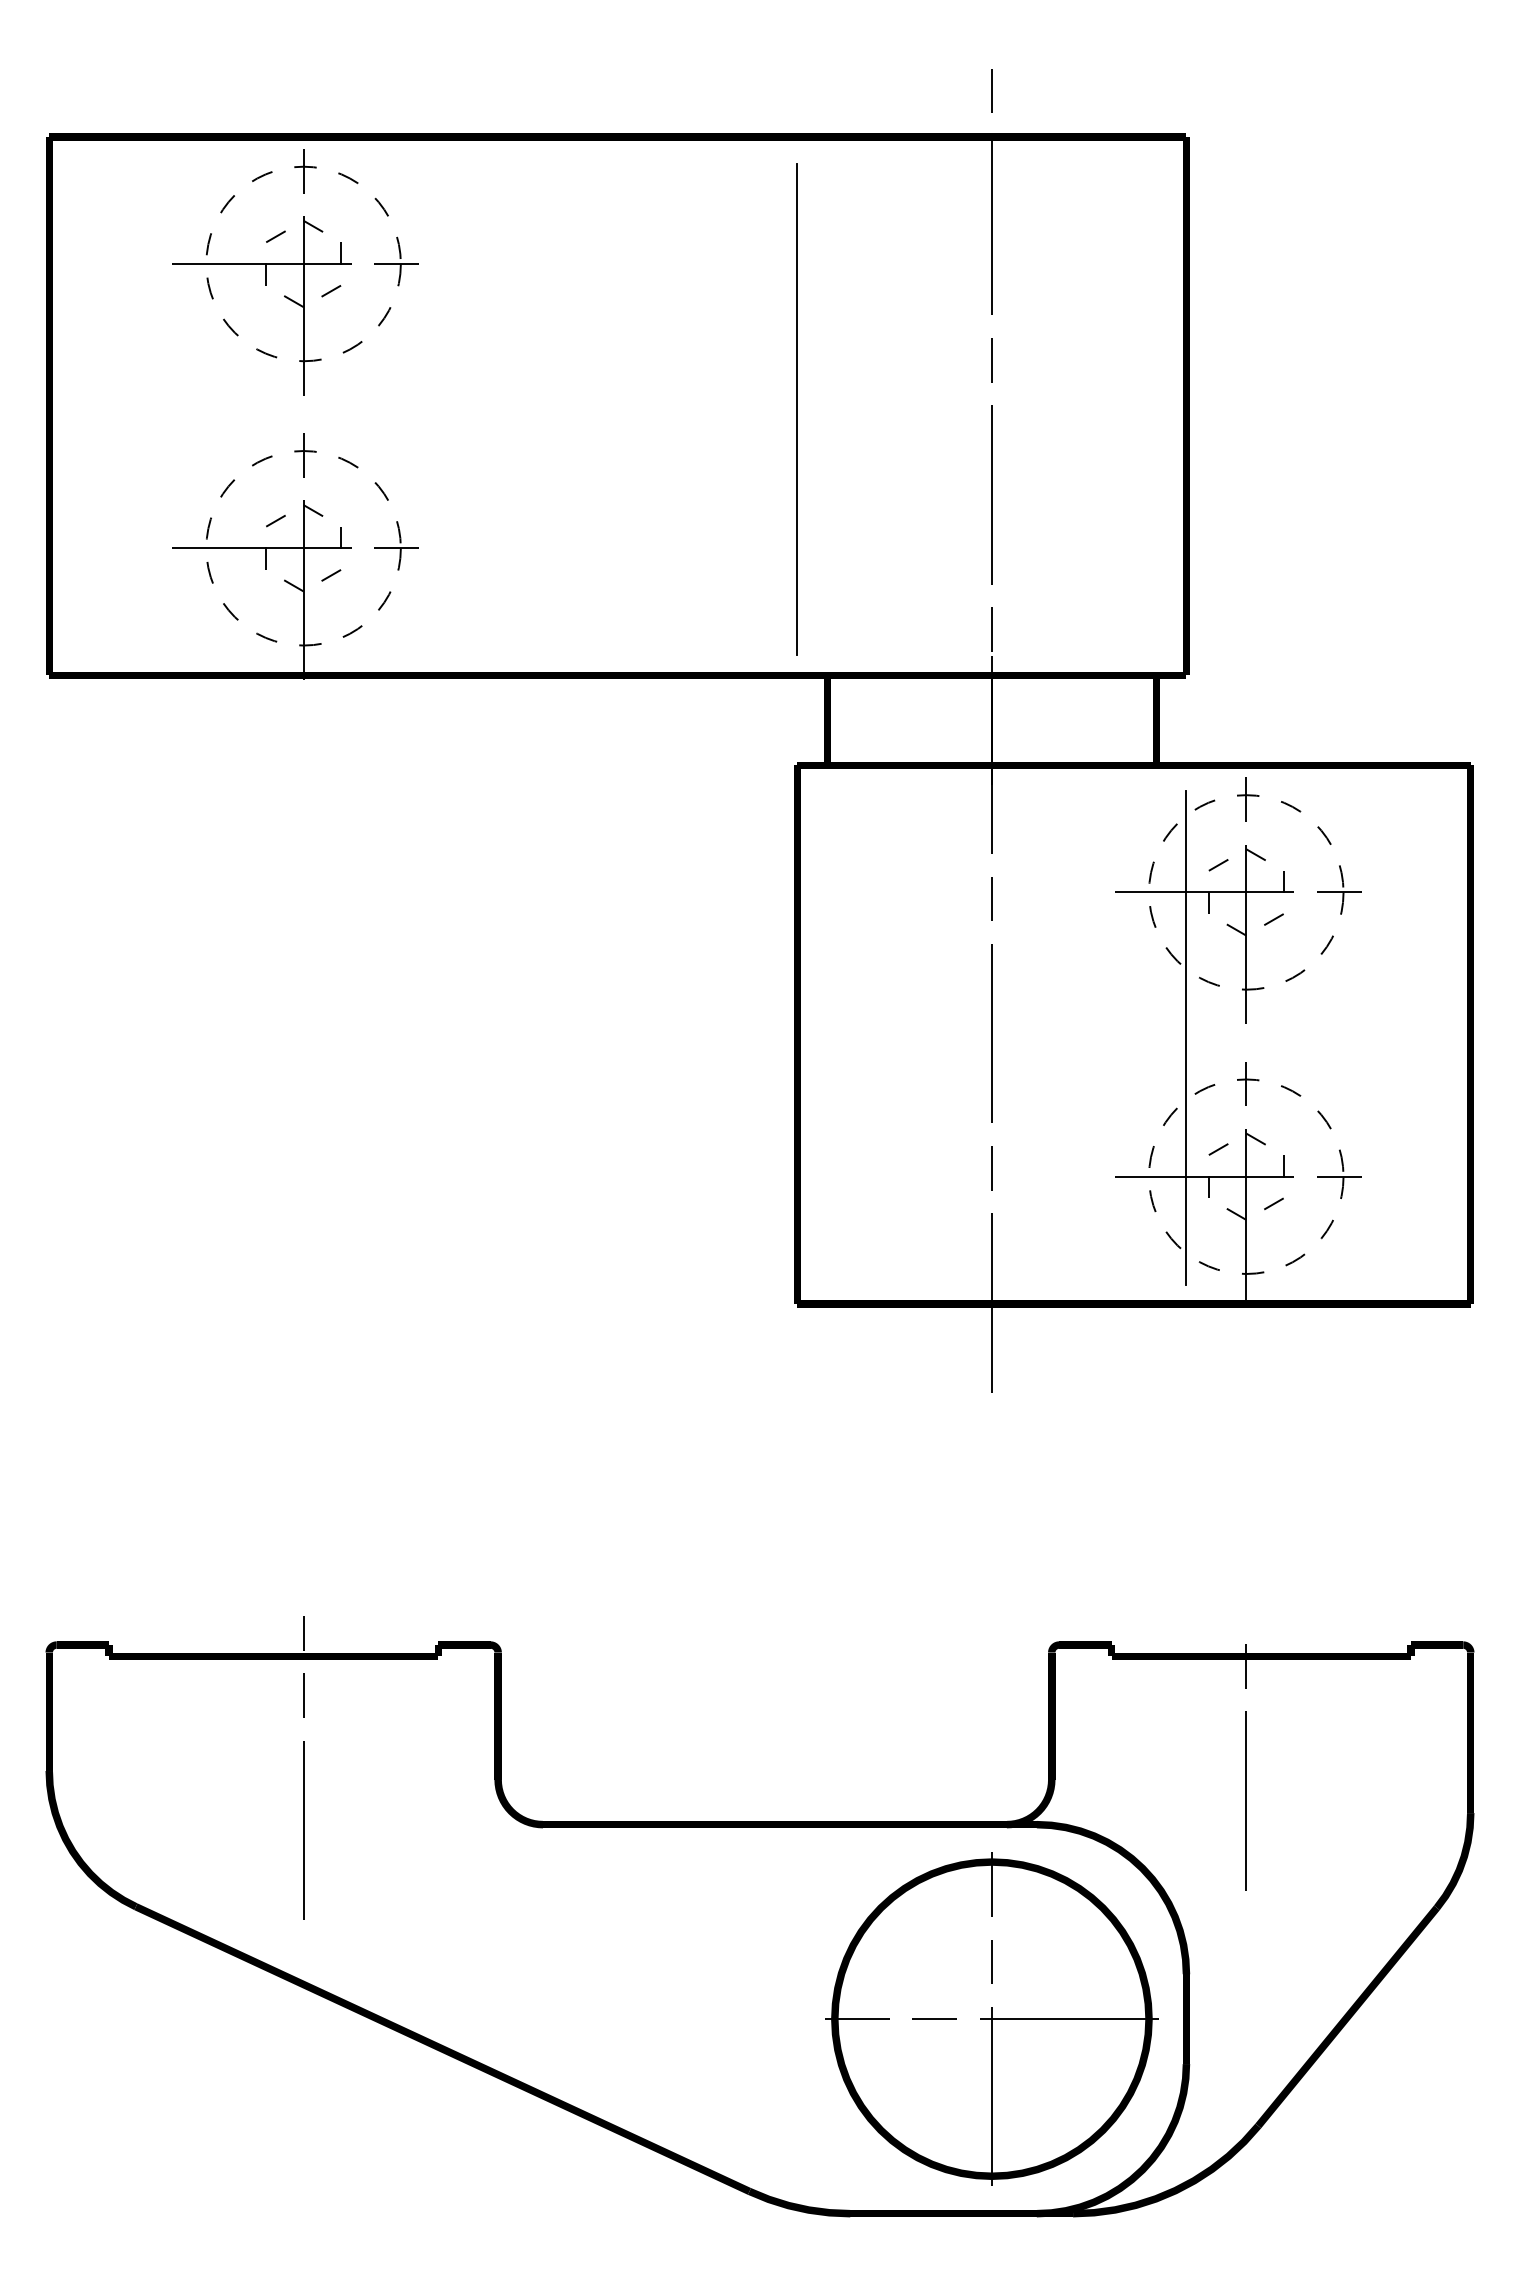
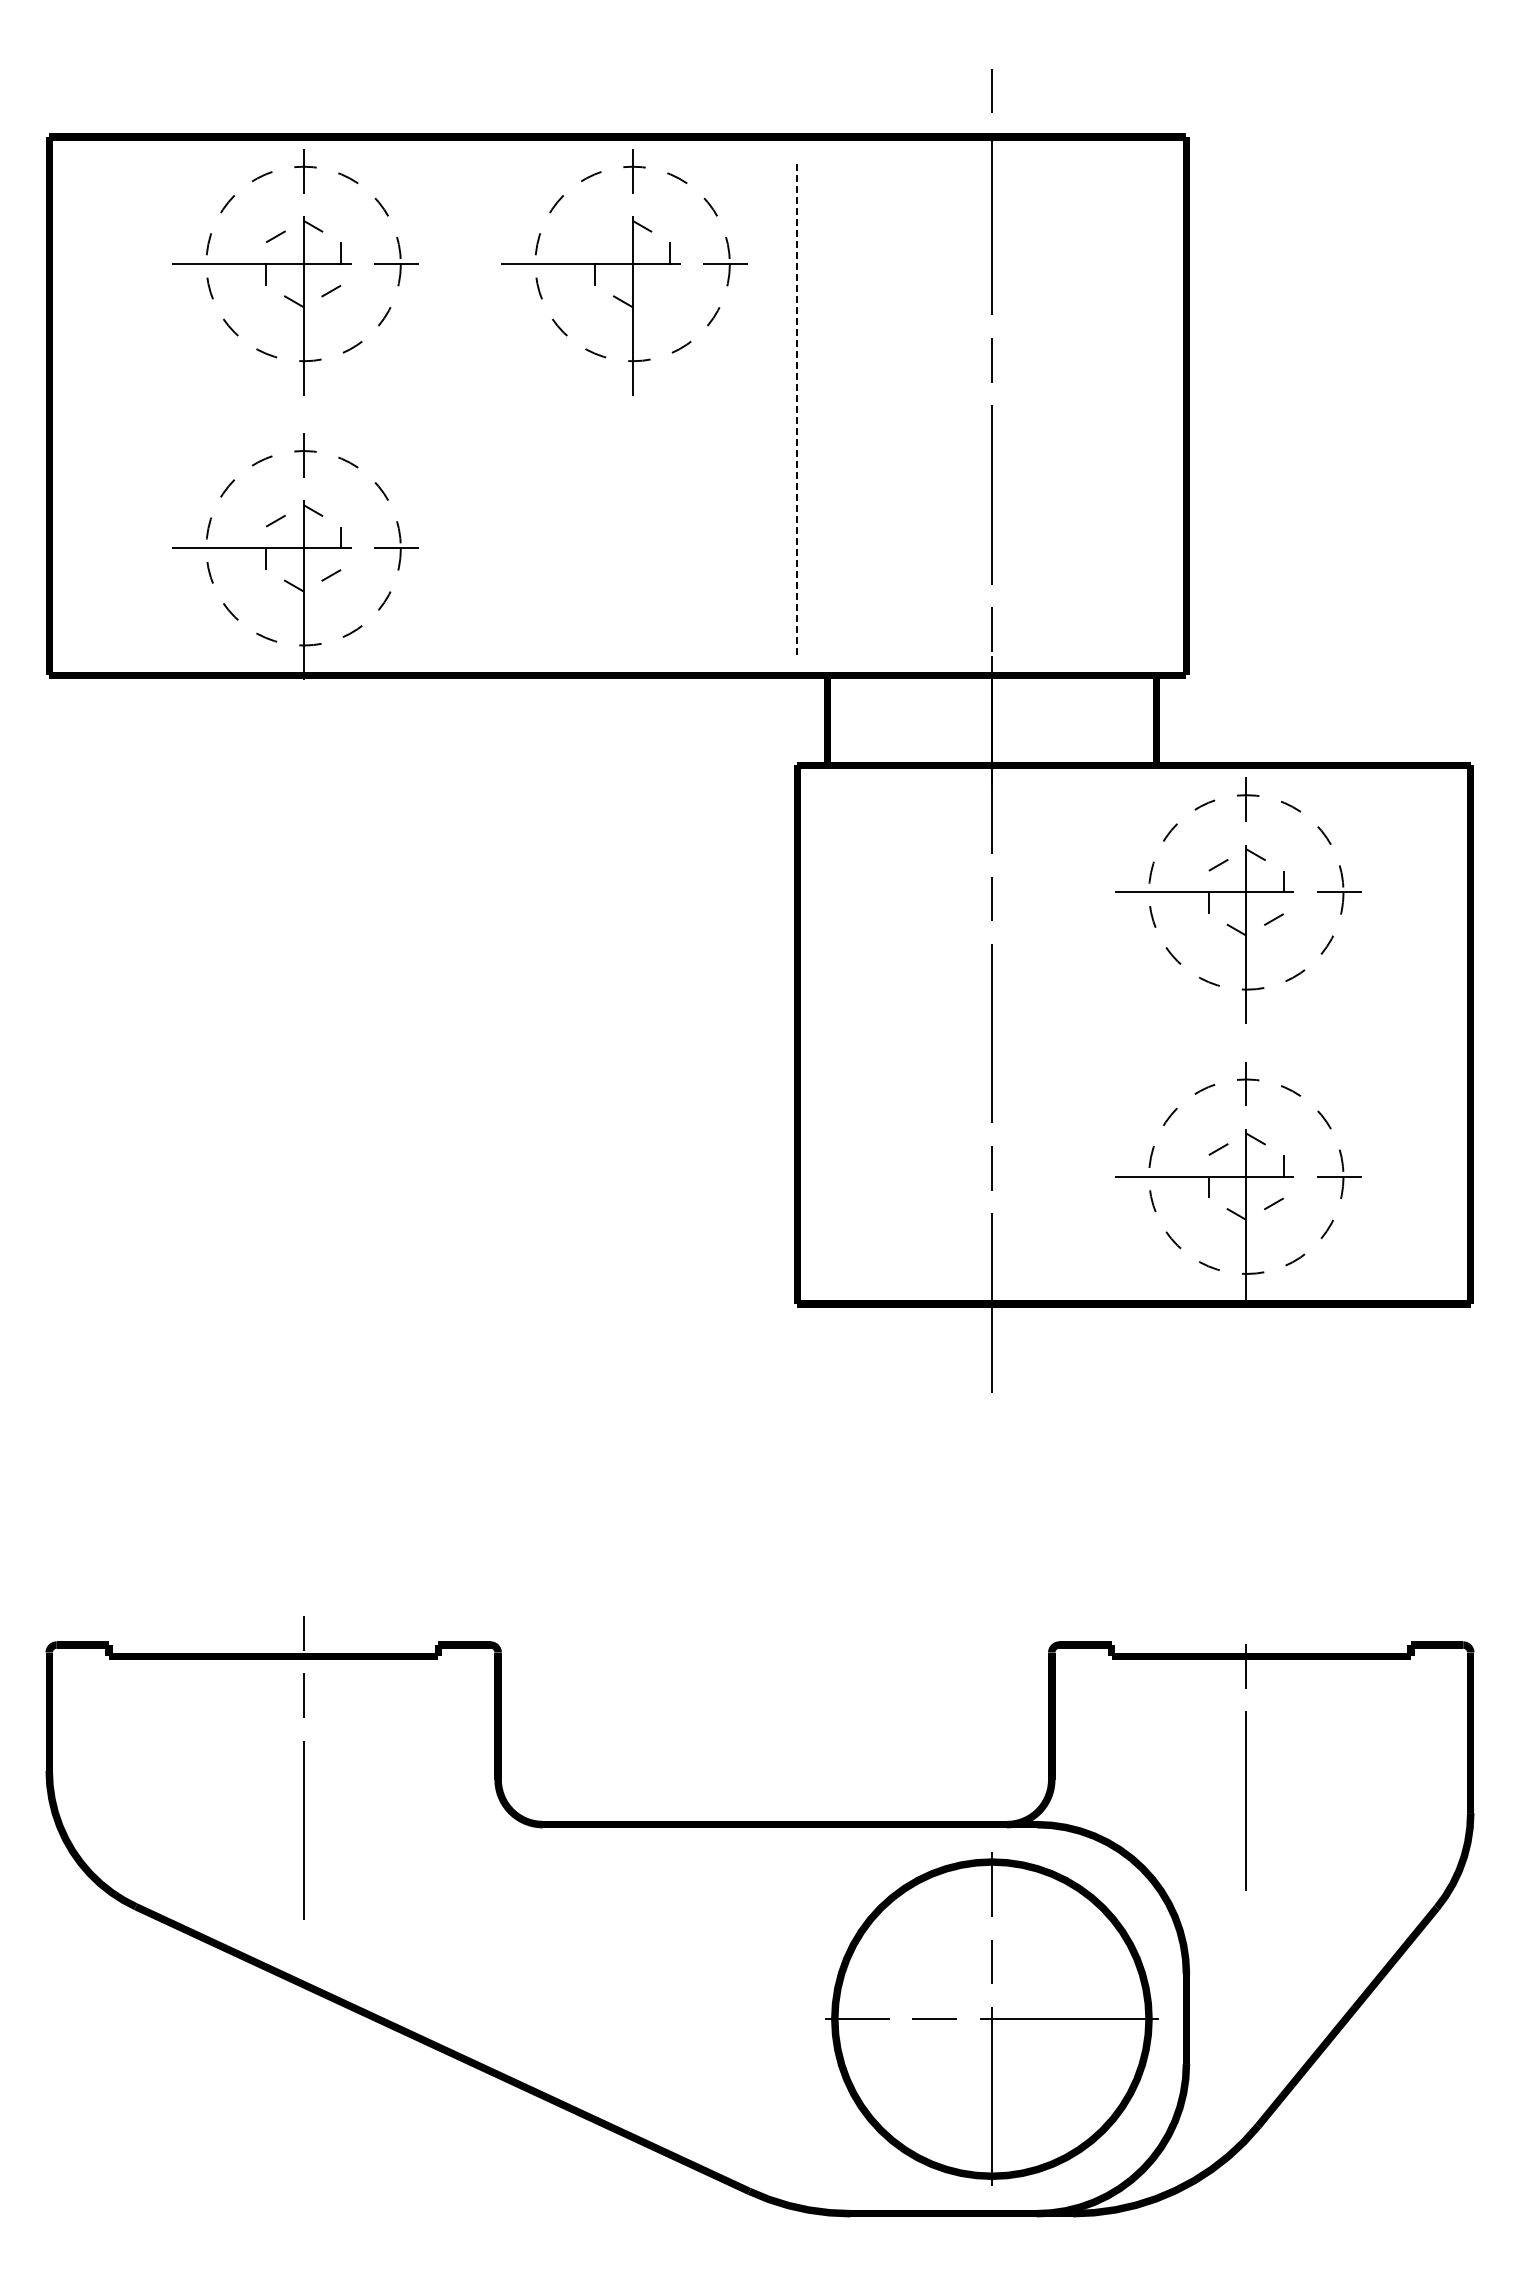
part at (624, 264): none -> present
line at (797, 409): solid -> dashed
line at (1186, 1037): present -> none
